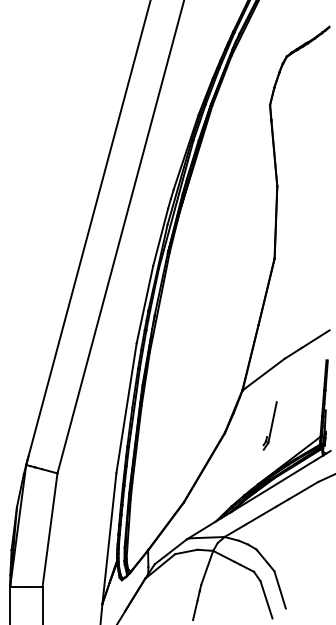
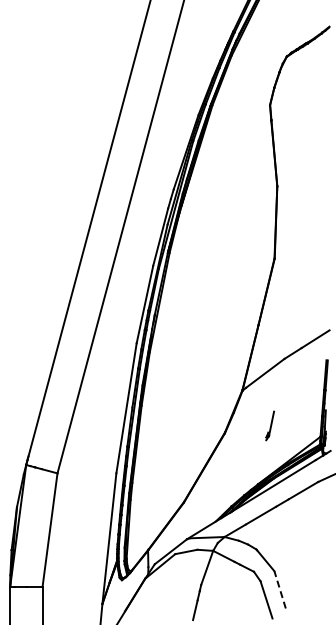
part at (269, 425) size: 16x50 px -> 10x32 px
line at (279, 589): solid -> dashed
